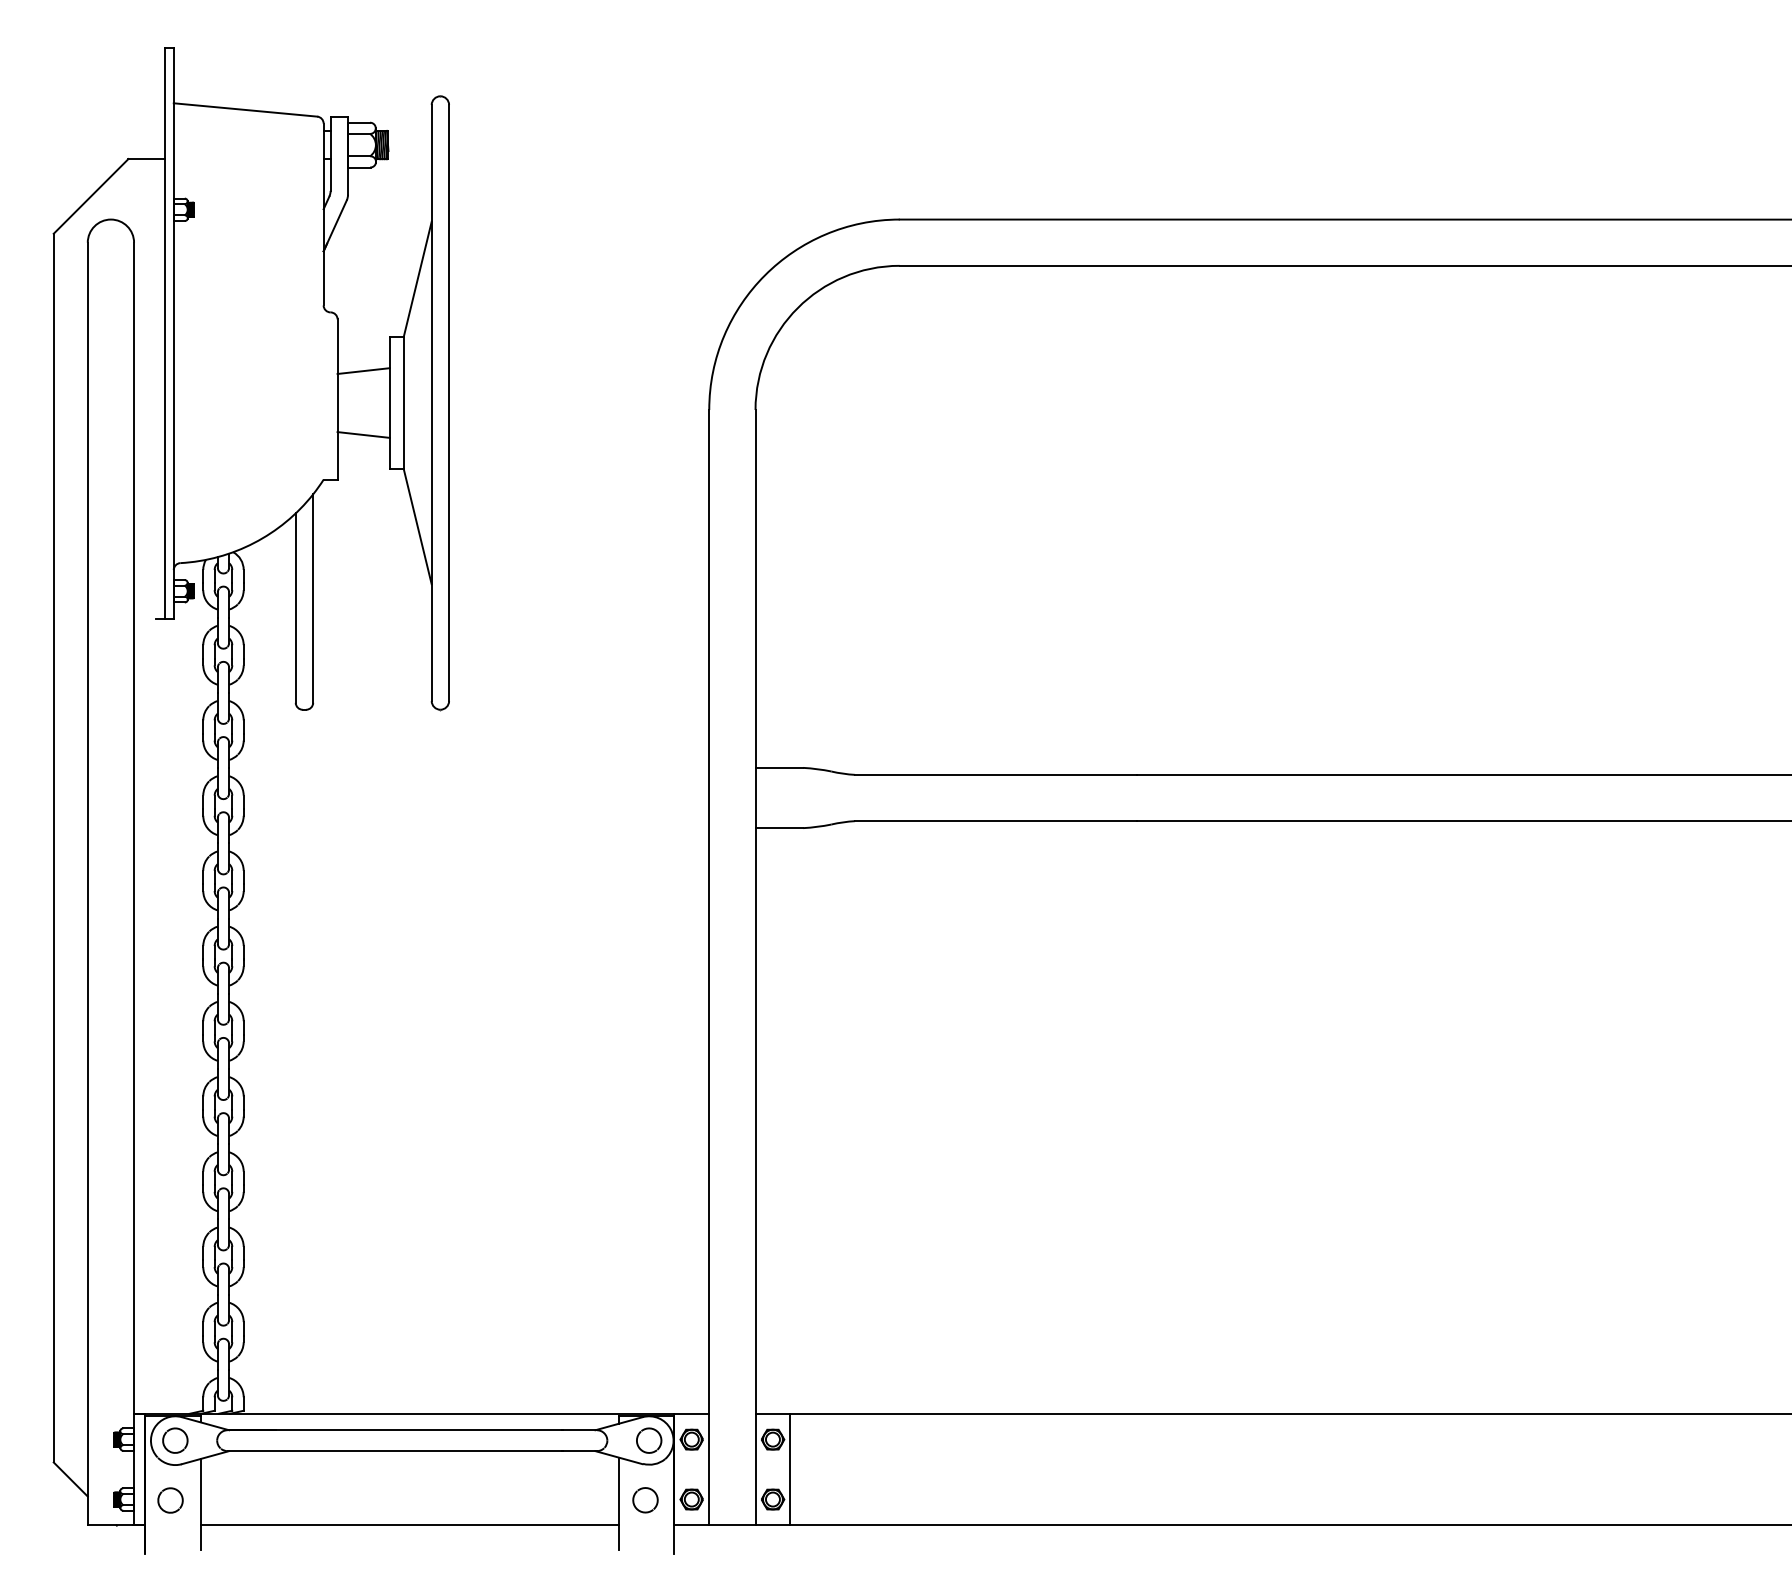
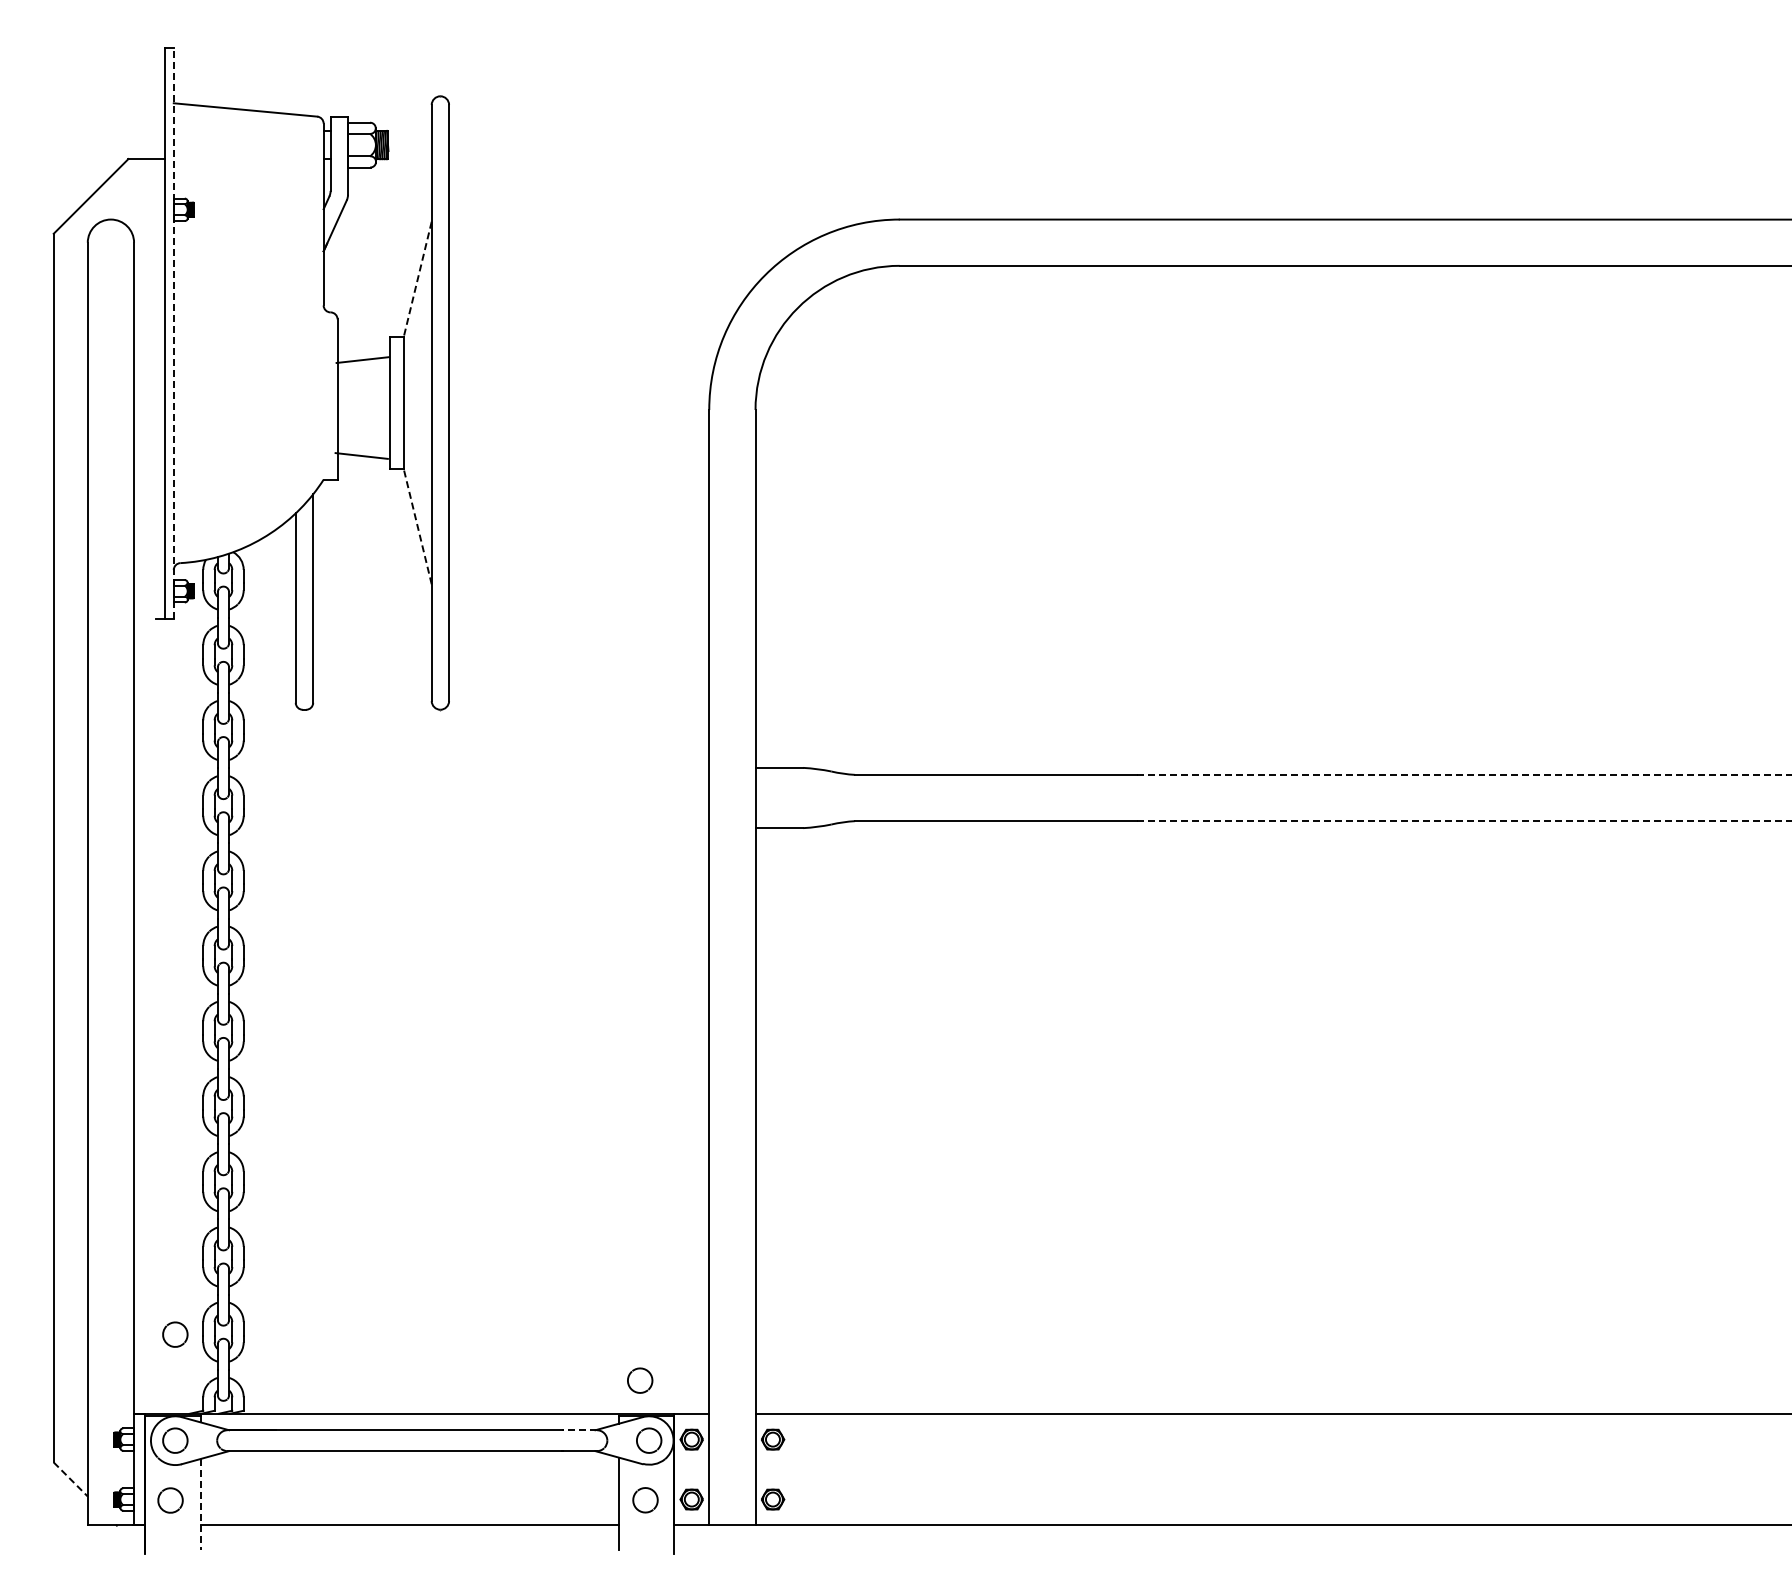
line at (417, 279): solid -> dashed
line at (173, 333): solid -> dashed
line at (363, 370) position: (363, 370) -> (362, 359)
line at (363, 434) position: (363, 434) -> (361, 455)
line at (417, 526): solid -> dashed
line at (1464, 774): solid -> dashed
line at (1464, 821): solid -> dashed
part at (175, 1334): none -> present
part at (640, 1380): none -> present
line at (578, 1430): solid -> dashed
line at (790, 1469): present -> none
line at (71, 1479): solid -> dashed
line at (200, 1504): solid -> dashed
